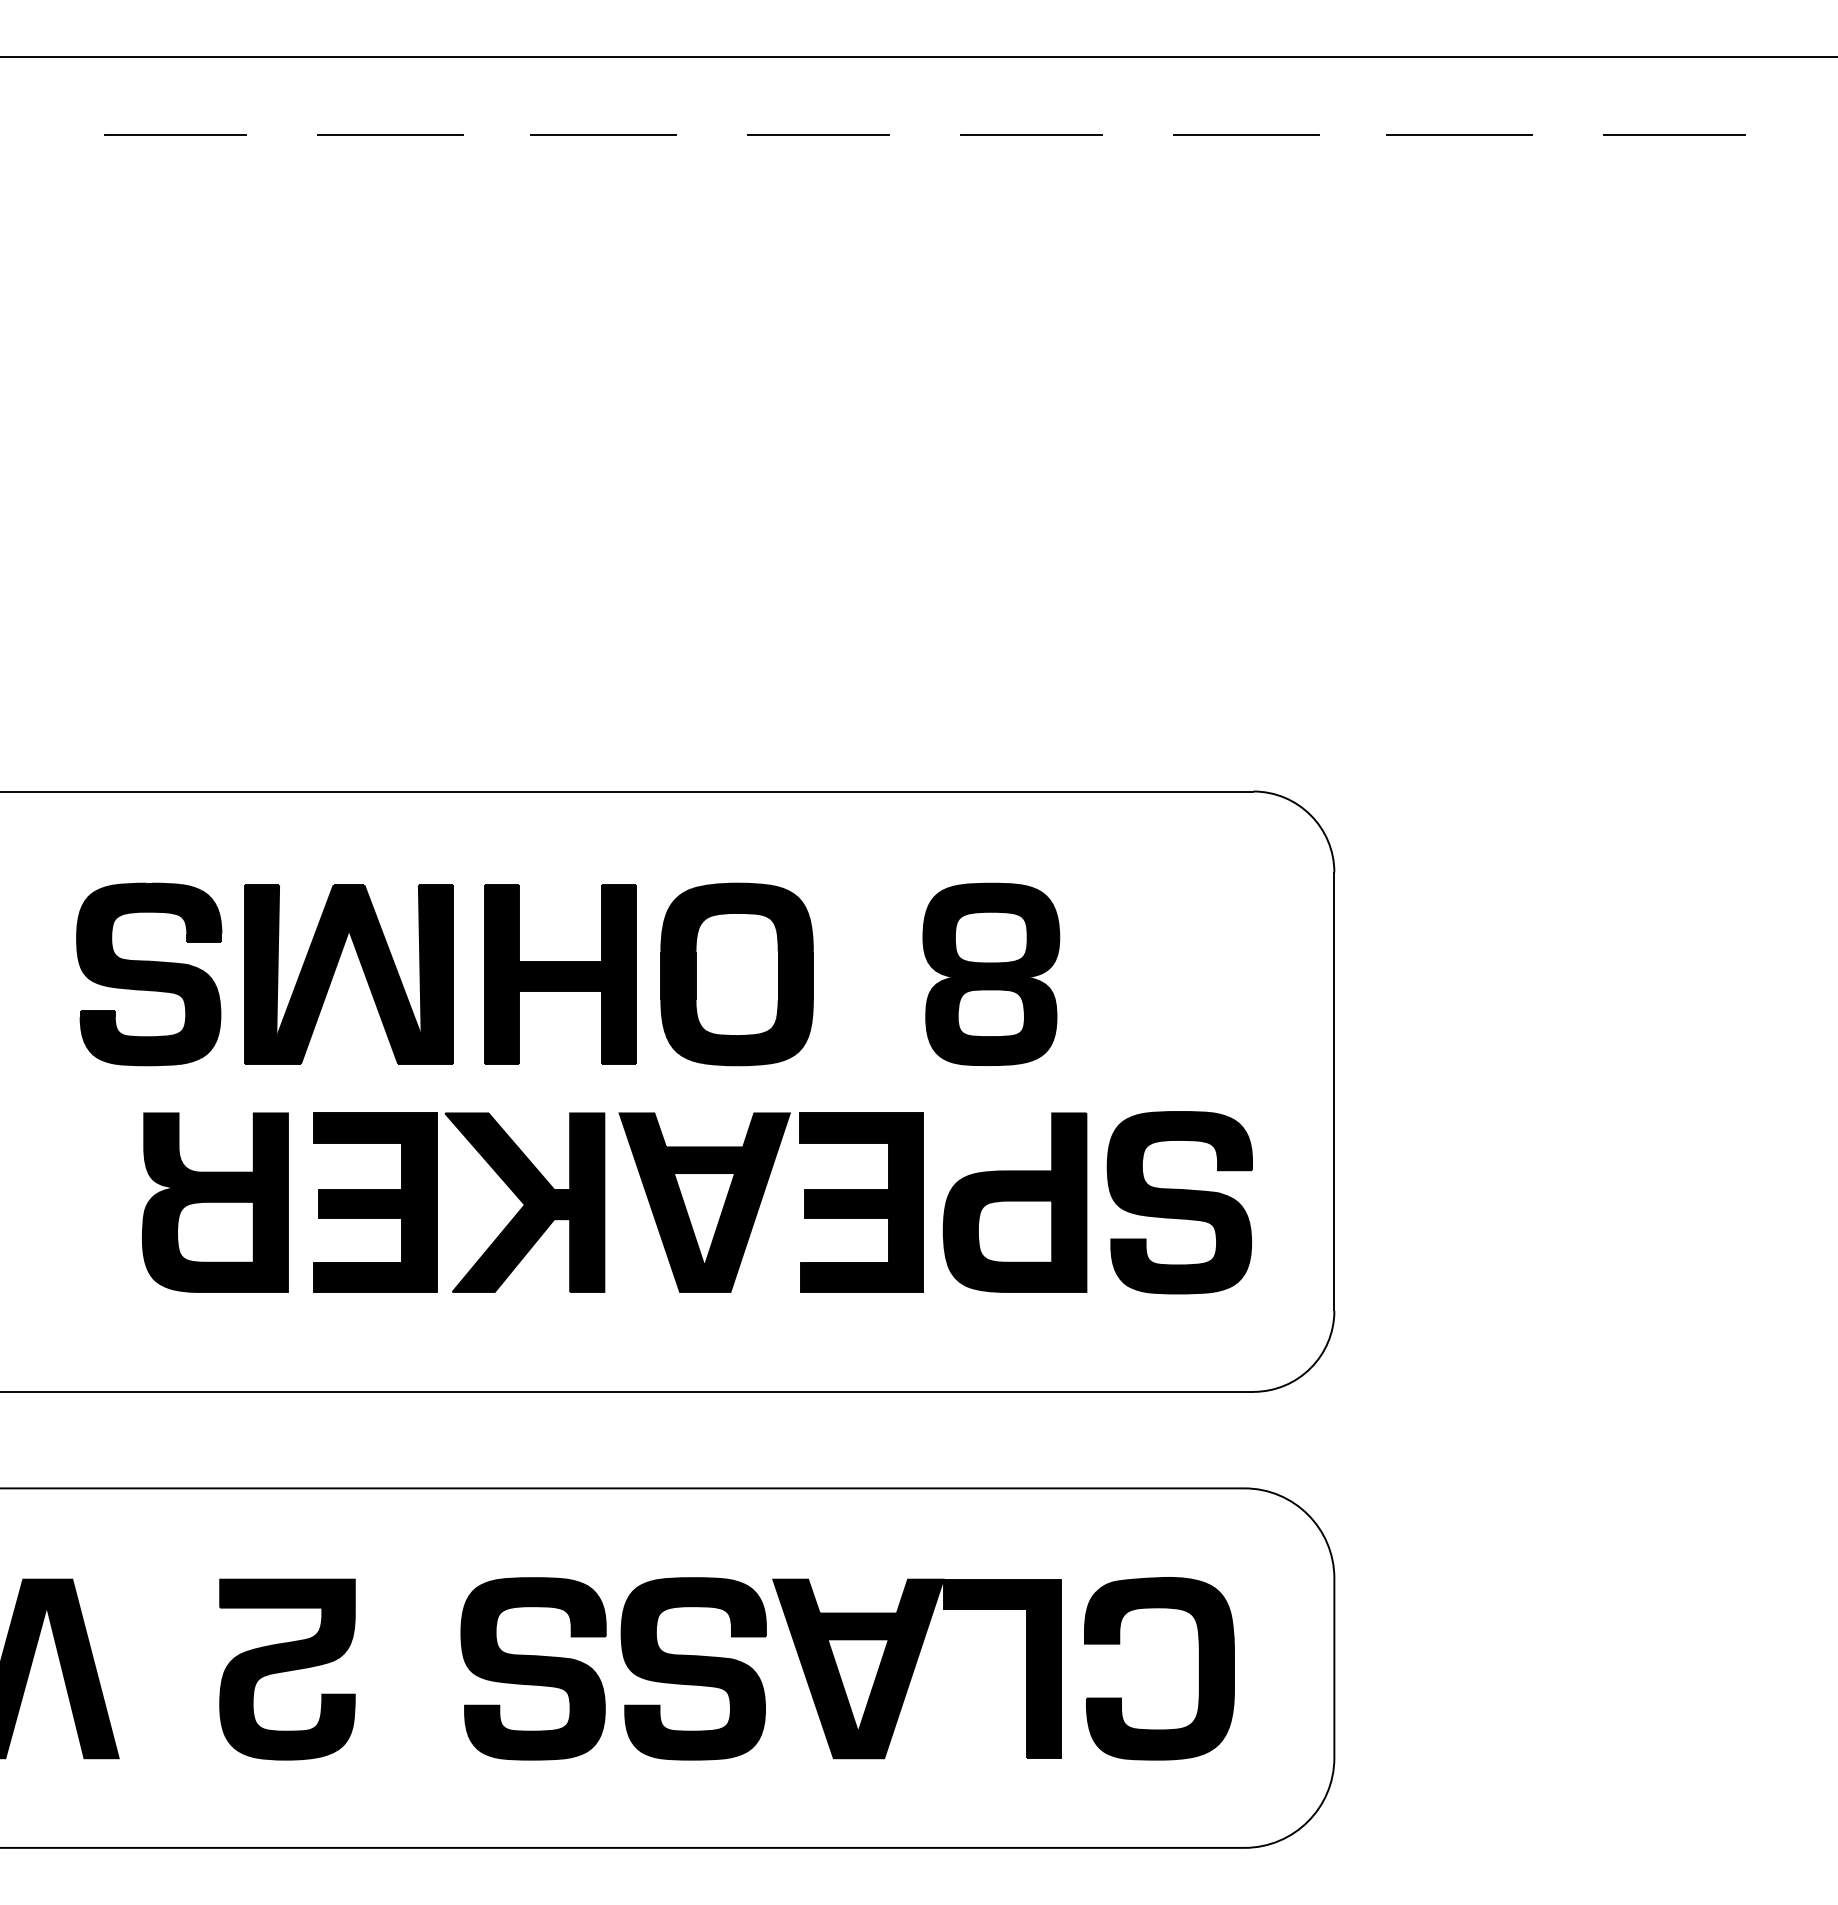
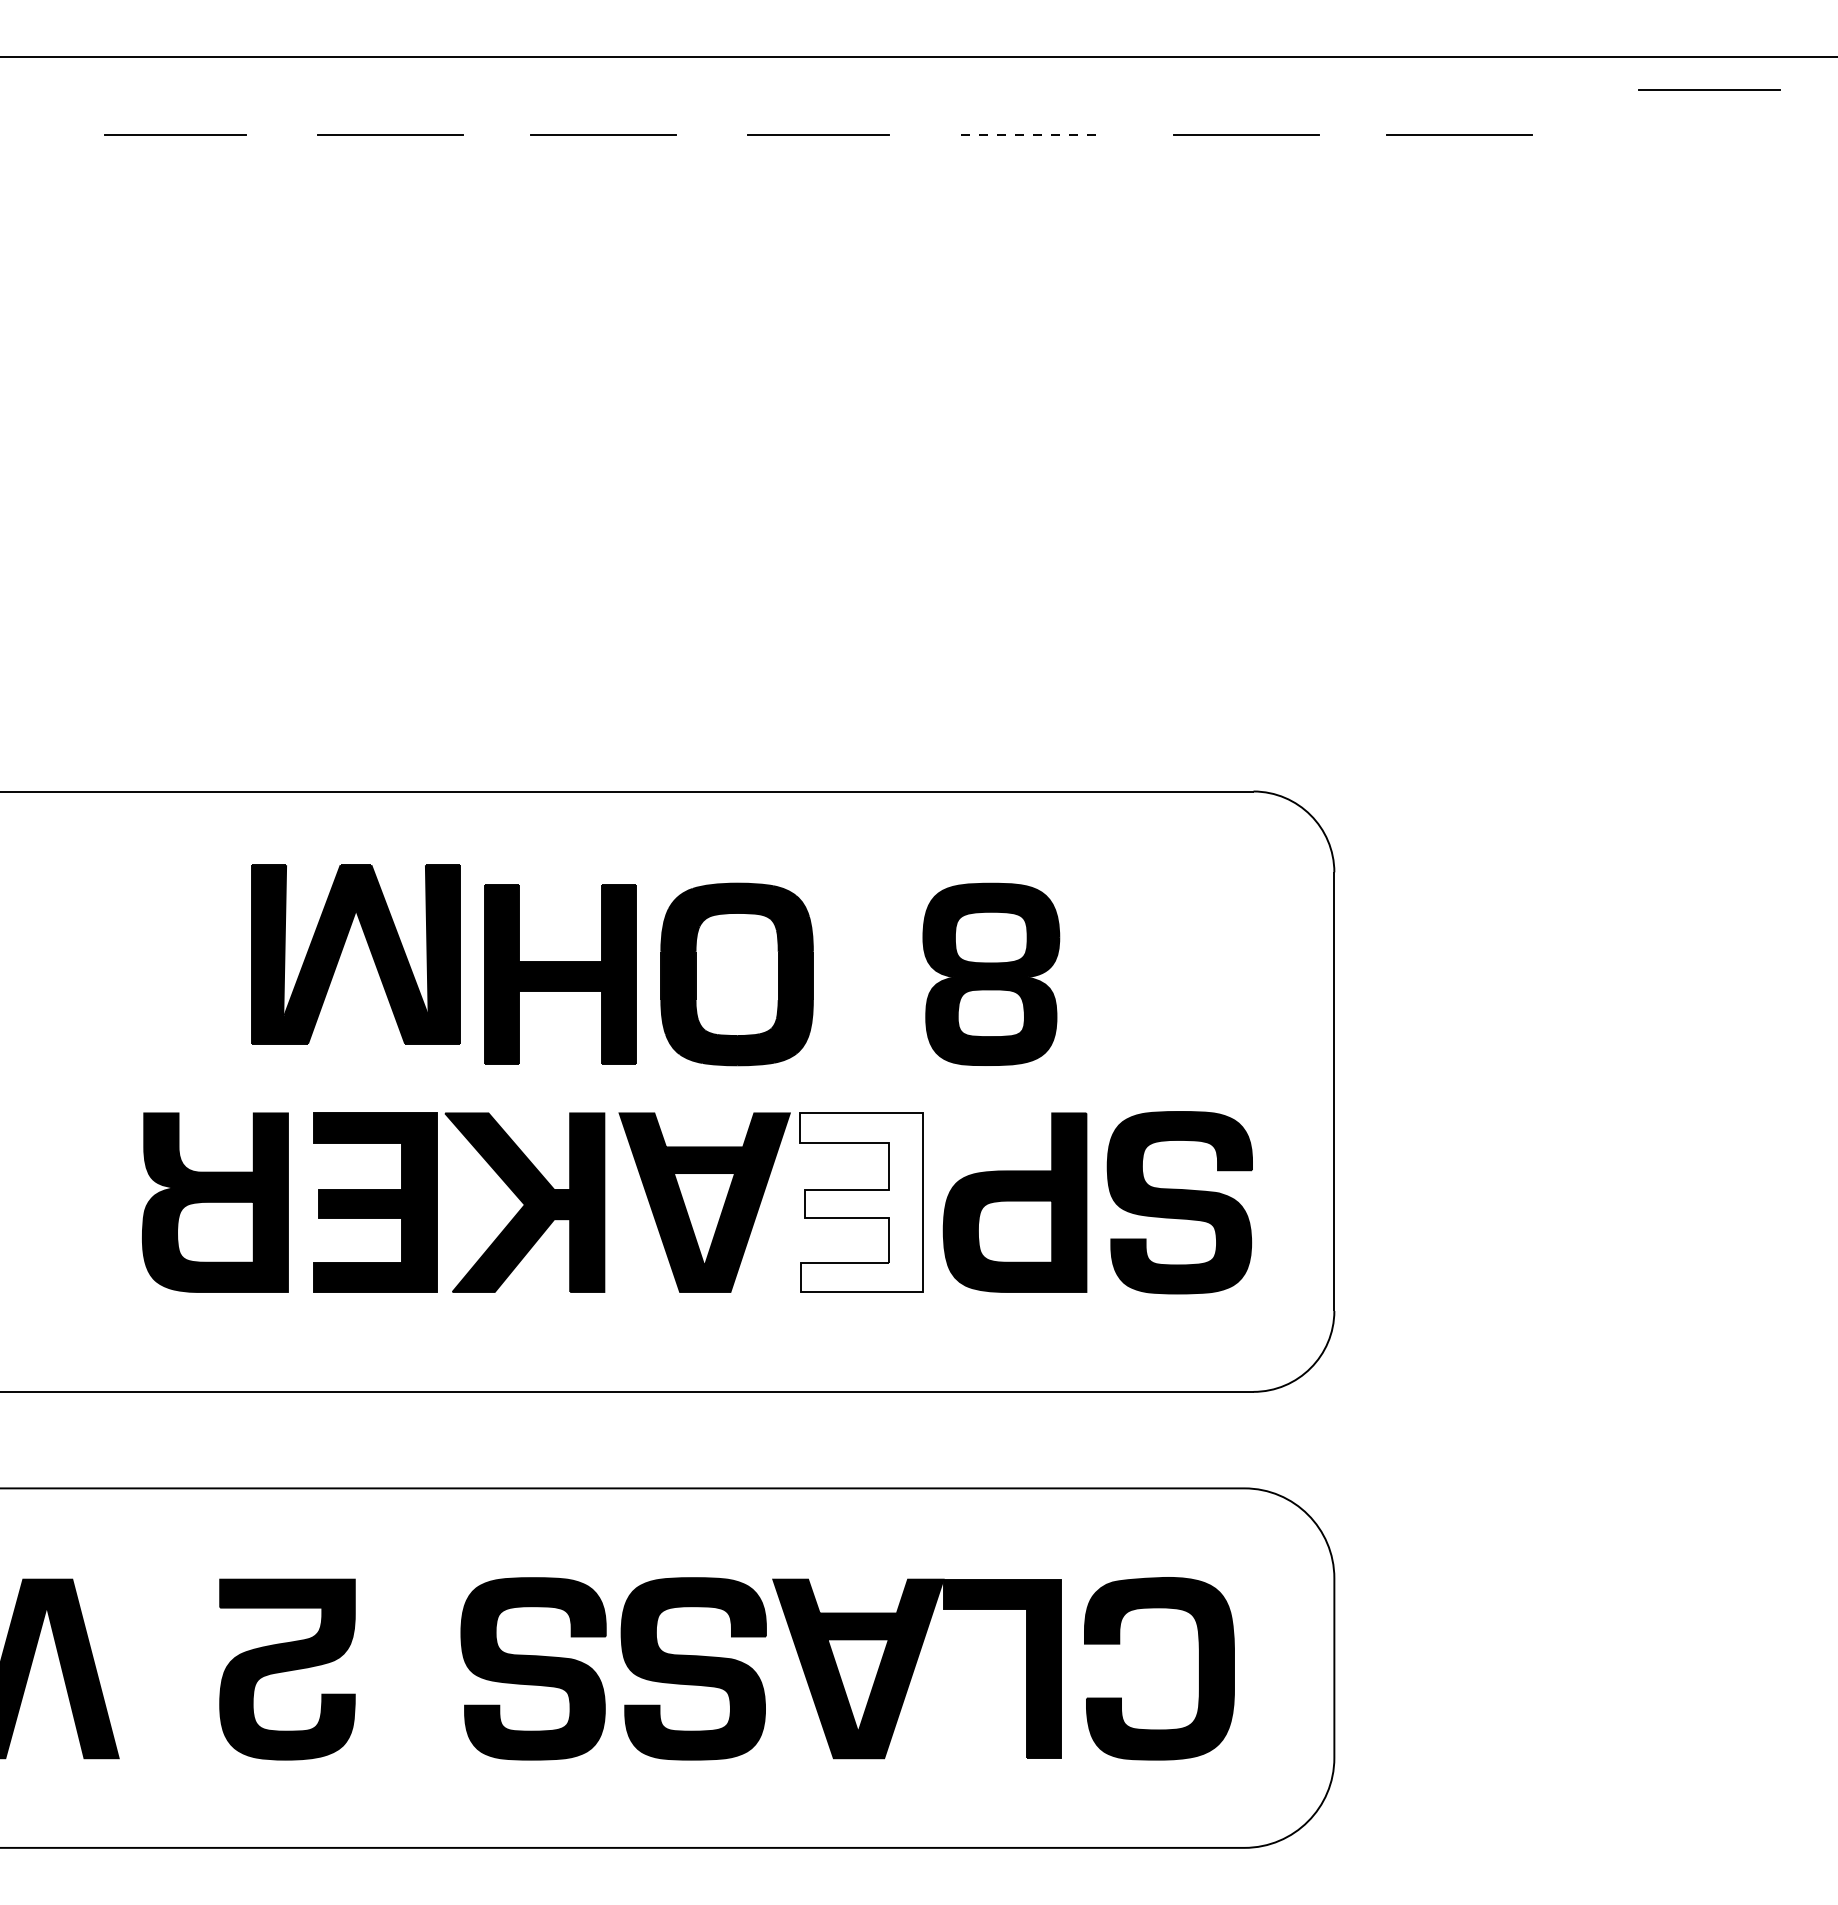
line at (1032, 134): solid -> dashed
line at (1674, 134) position: (1674, 134) -> (1709, 89)
part at (335, 971) position: (335, 971) -> (342, 951)
part at (149, 974): present -> none
fill at (861, 1202): present -> none
